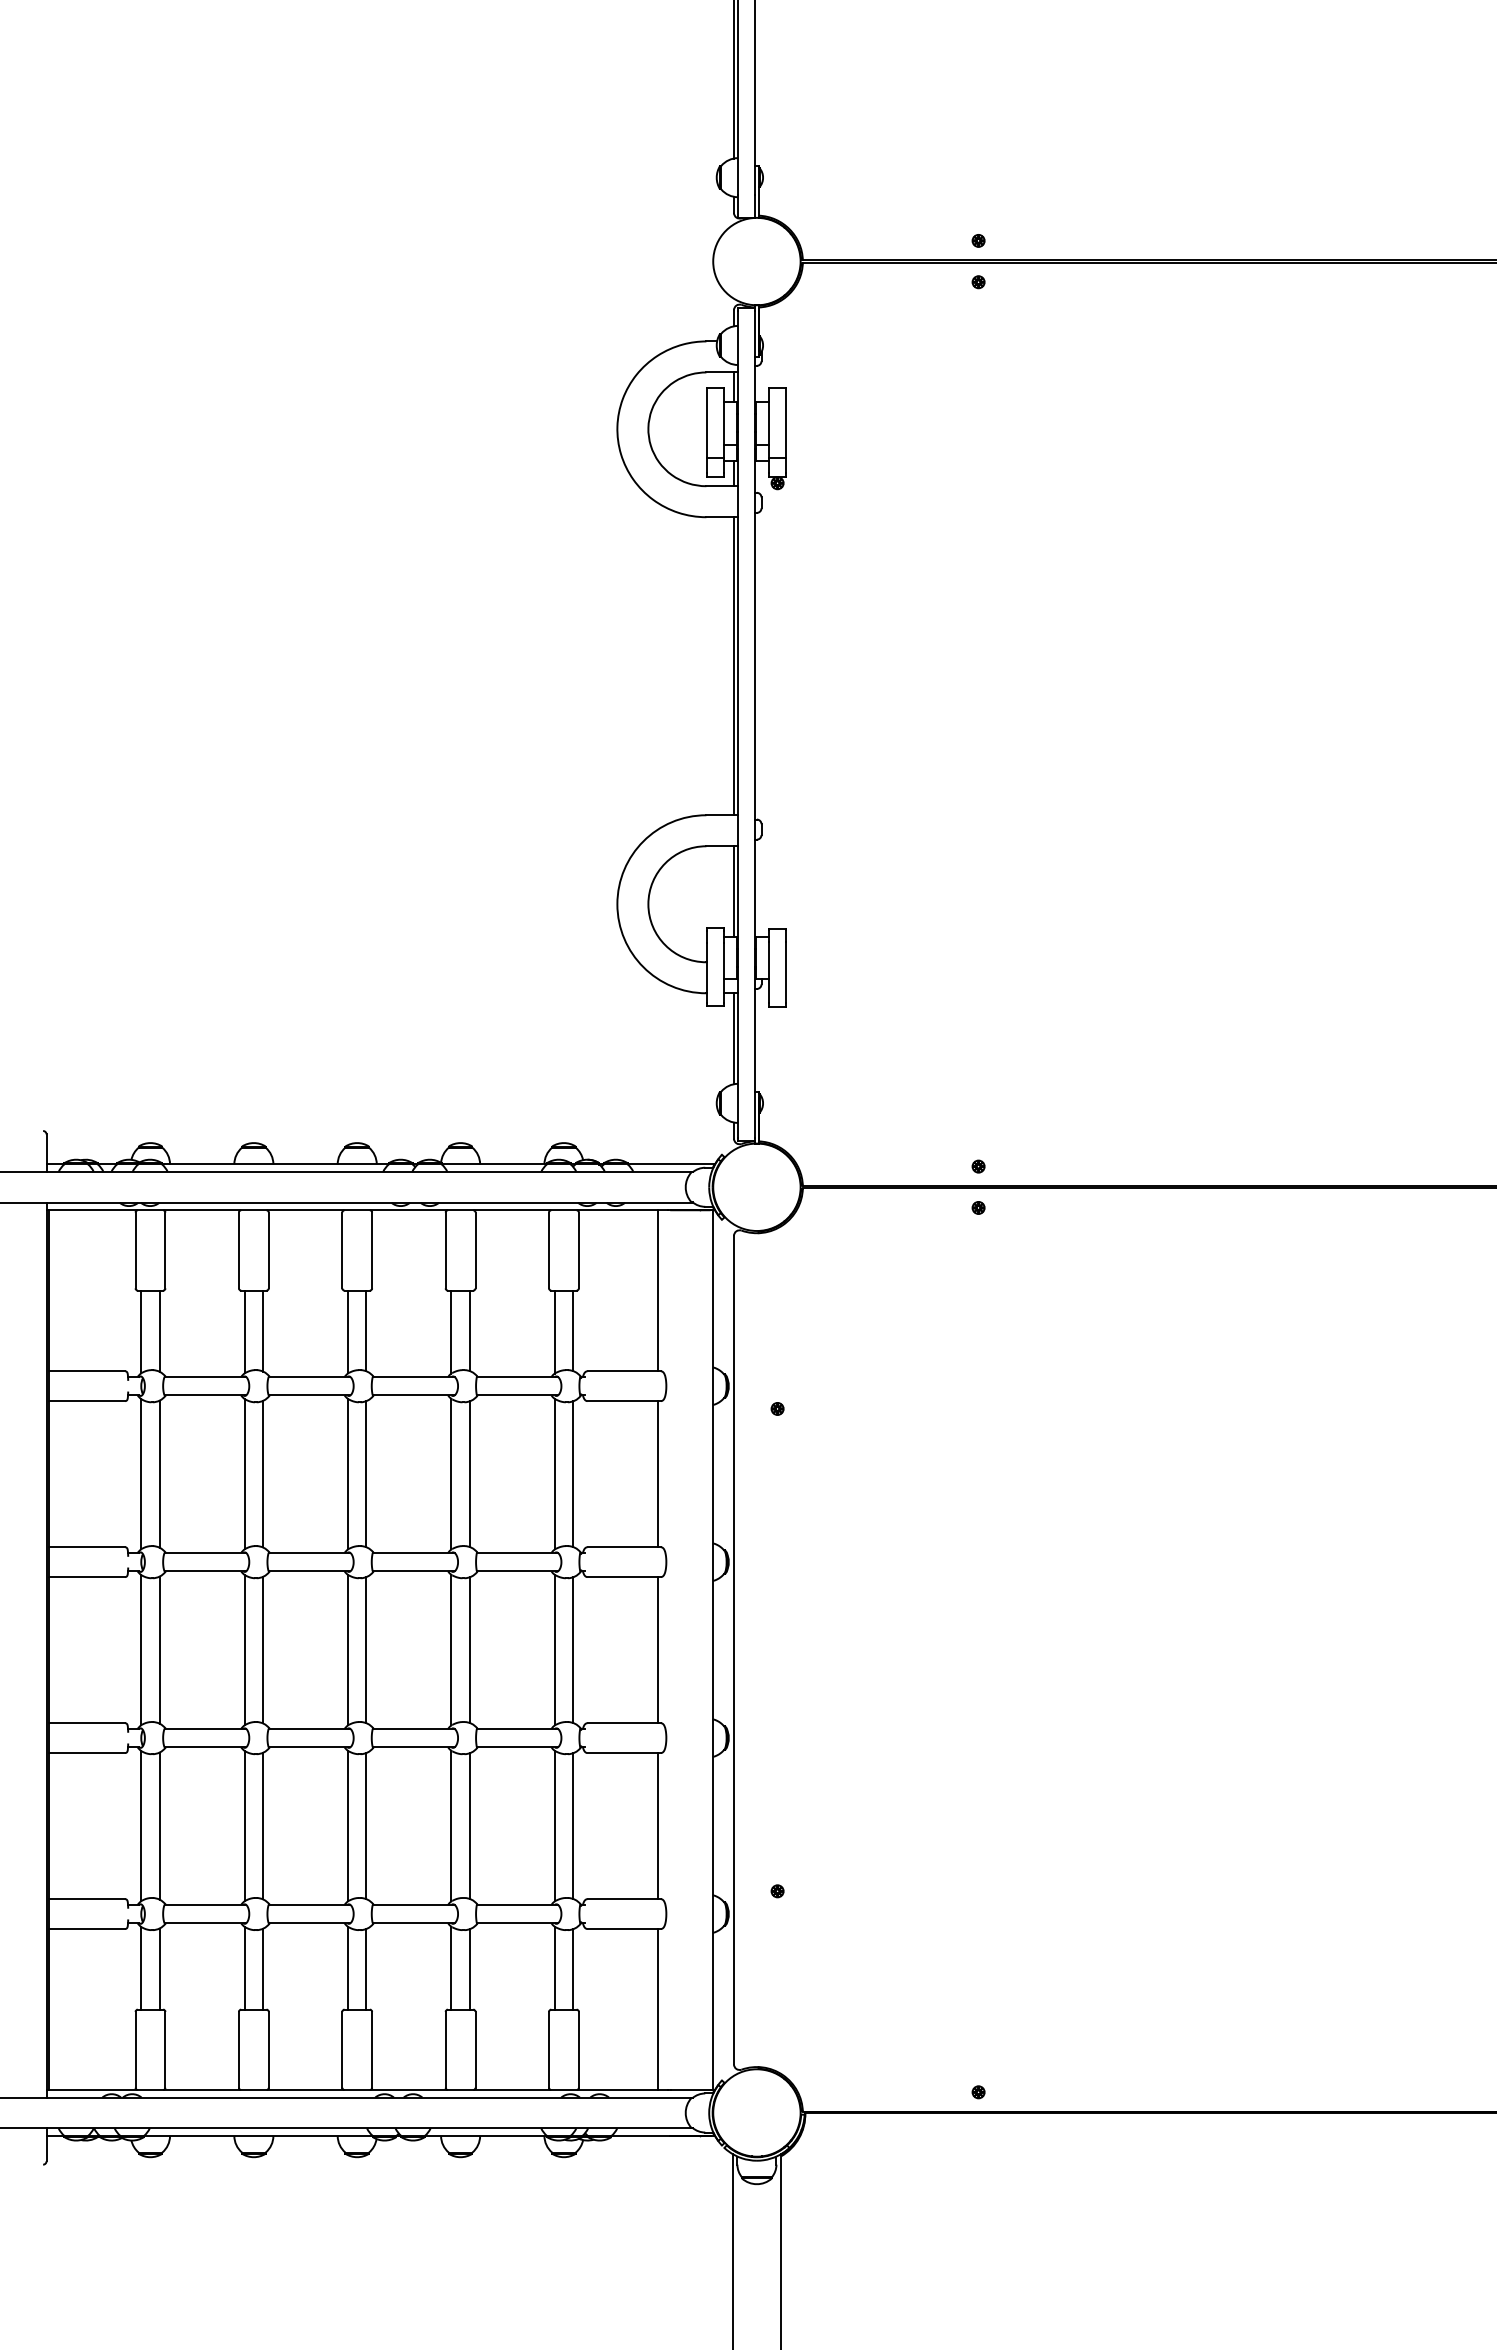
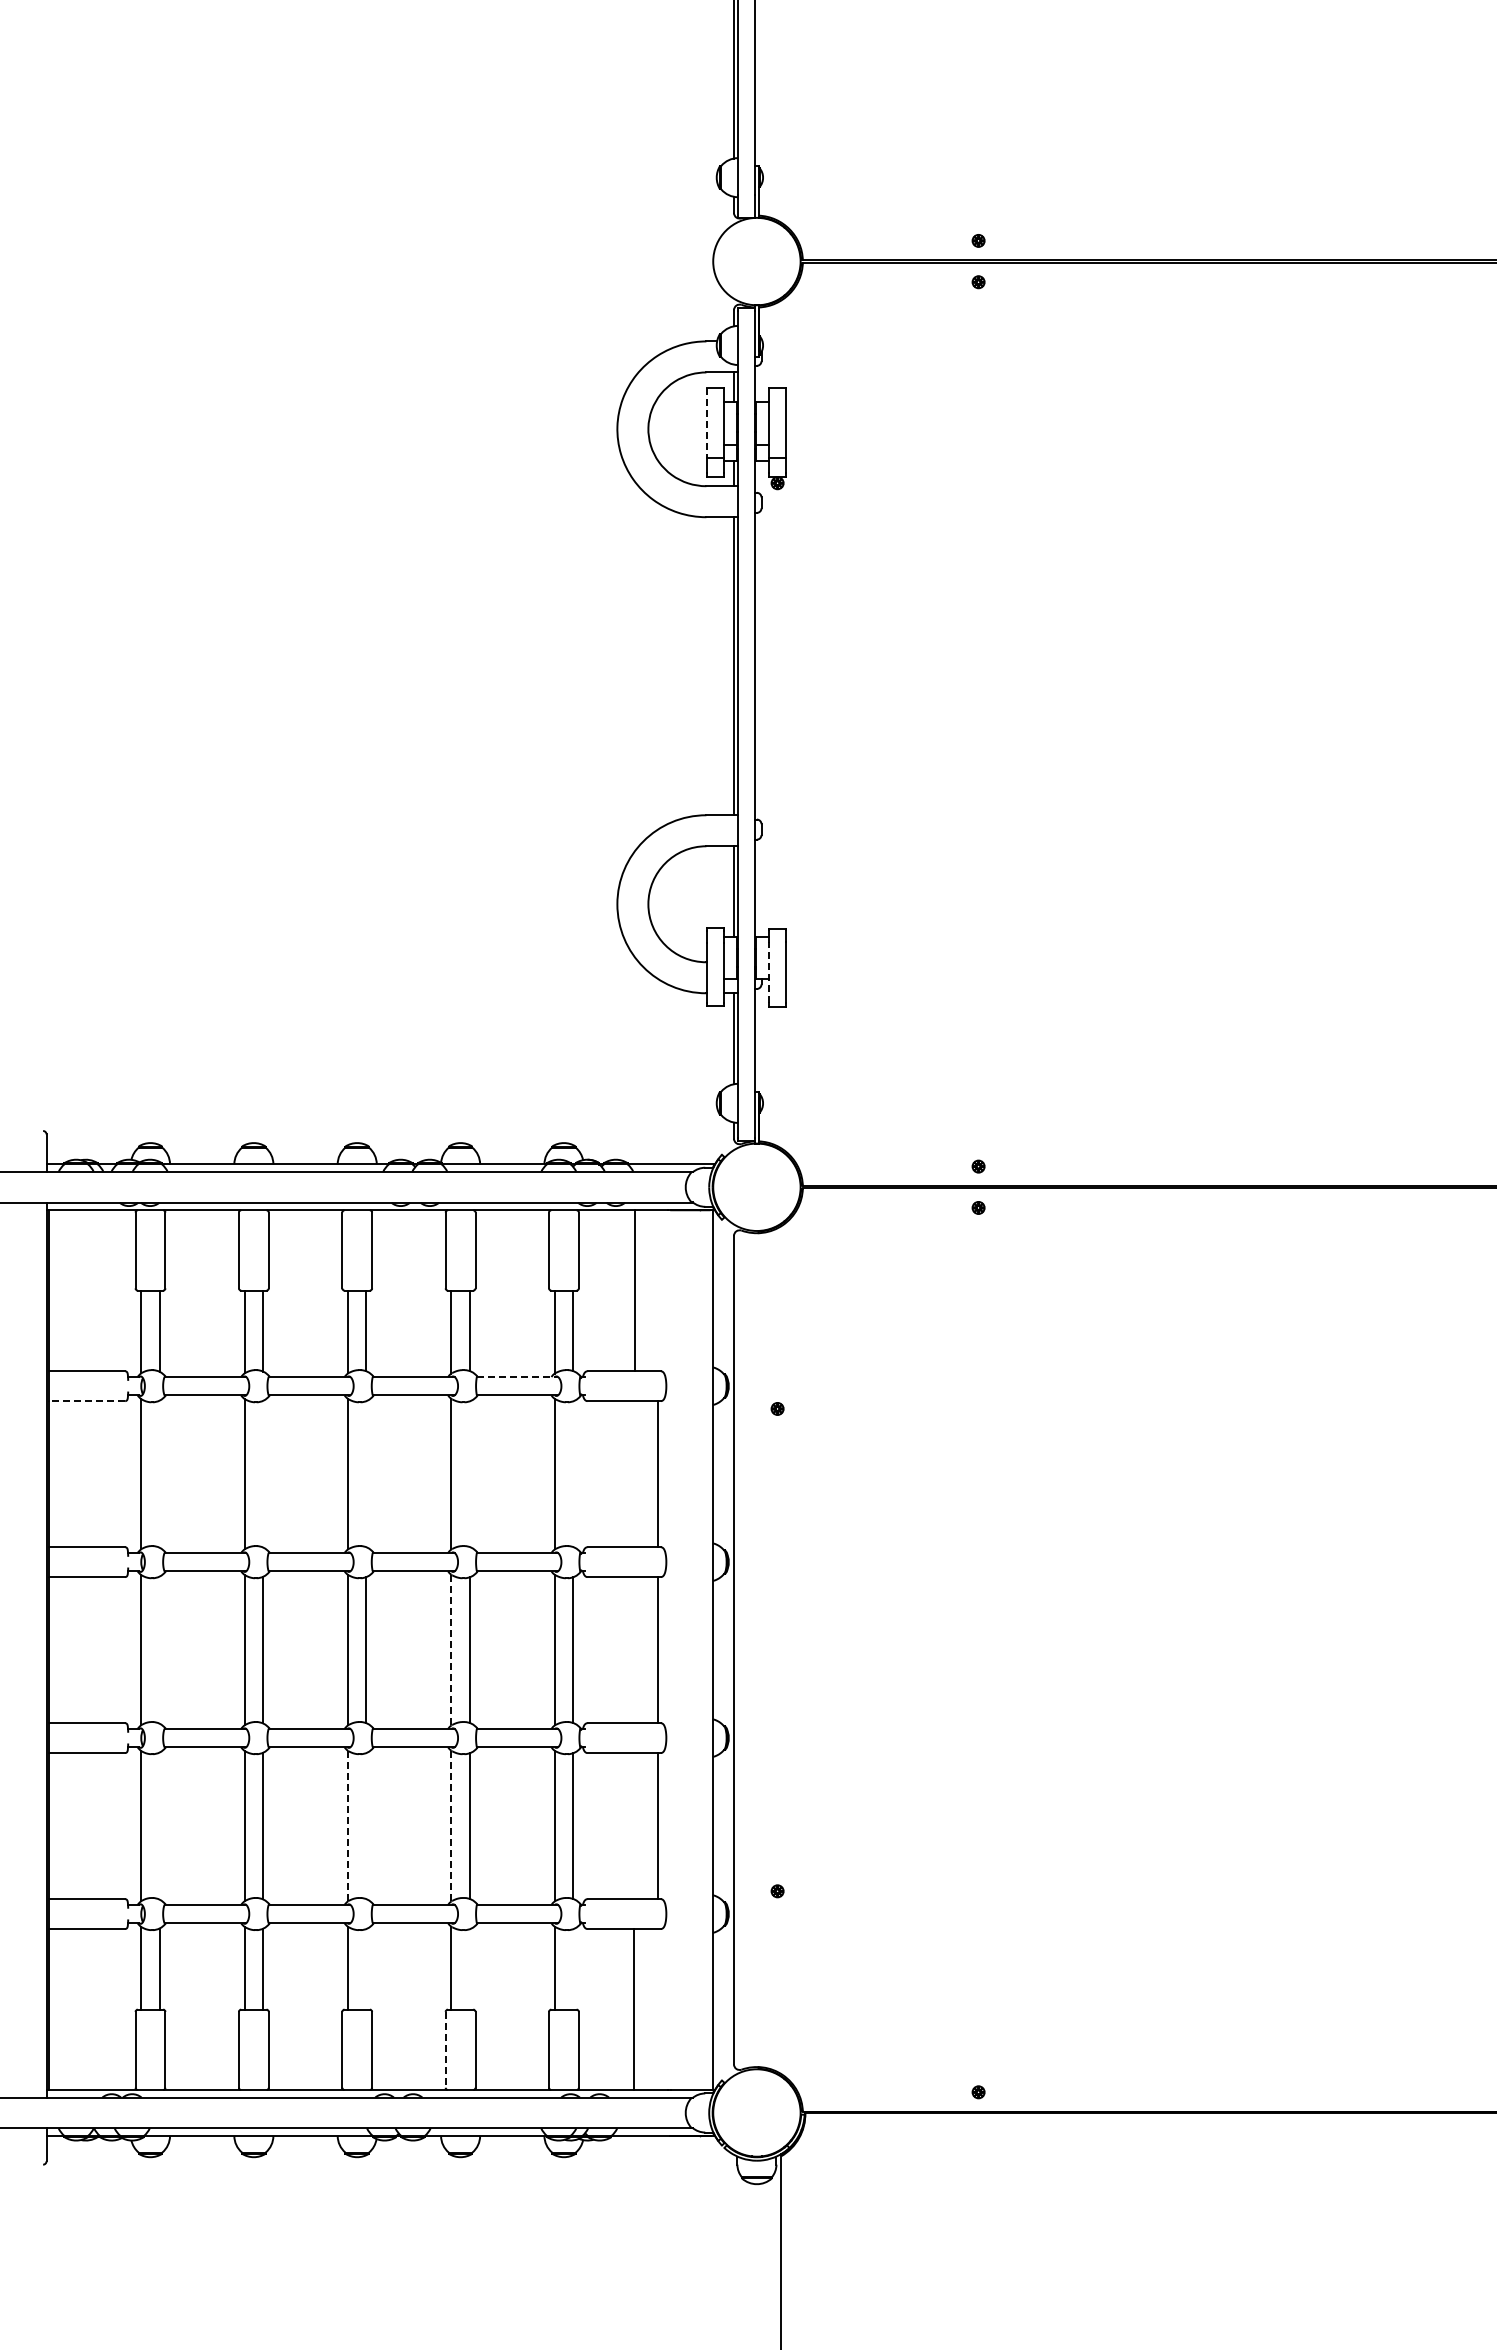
line at (706, 423): solid -> dashed
line at (768, 972): solid -> dashed
line at (657, 1290) position: (657, 1290) -> (634, 1290)
line at (517, 1377): solid -> dashed
line at (87, 1401): solid -> dashed
line at (159, 1473): present -> none
line at (263, 1473): present -> none
line at (366, 1474): present -> none
line at (469, 1474): present -> none
line at (573, 1474): present -> none
line at (159, 1649): present -> none
line at (451, 1650): solid -> dashed
line at (159, 1825): present -> none
line at (348, 1826): solid -> dashed
line at (366, 1826): present -> none
line at (451, 1826): solid -> dashed
line at (366, 1969): present -> none
line at (469, 1969): present -> none
line at (573, 1969): present -> none
line at (657, 2009) position: (657, 2009) -> (633, 2009)
line at (445, 2049): solid -> dashed
line at (732, 2250): present -> none
